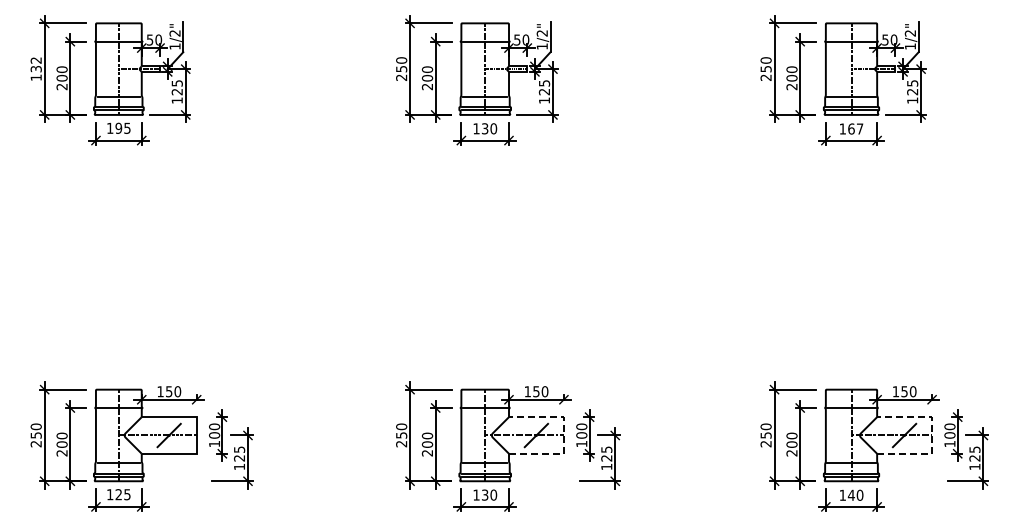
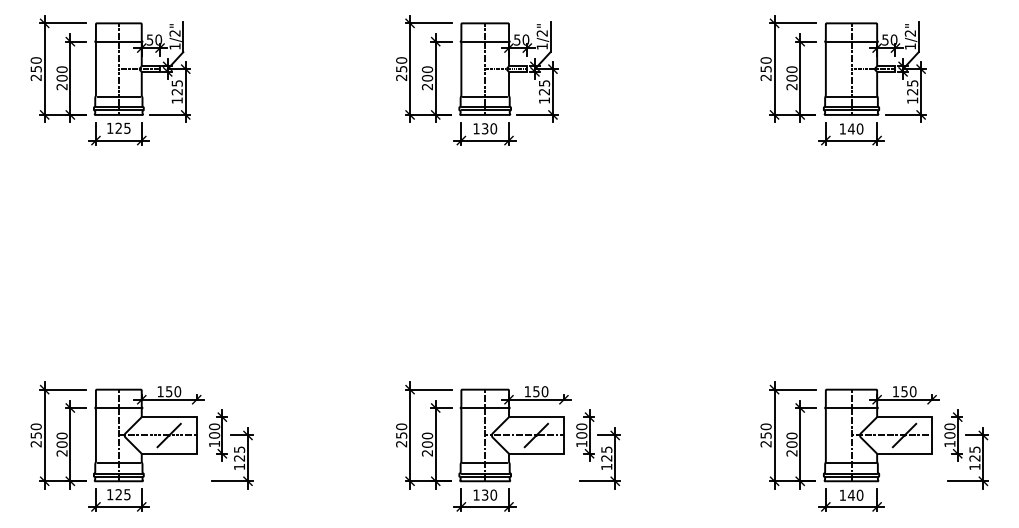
text at (35, 68): 132 -> 250
text at (118, 127): 195 -> 125
text at (855, 128): 167 -> 140
line at (563, 434): dashed -> solid
line at (932, 434): dashed -> solid
